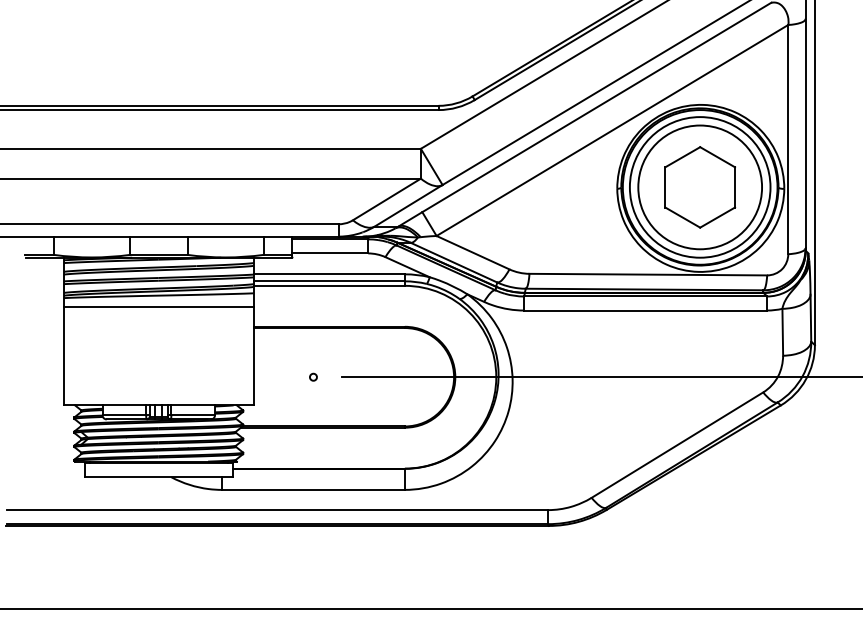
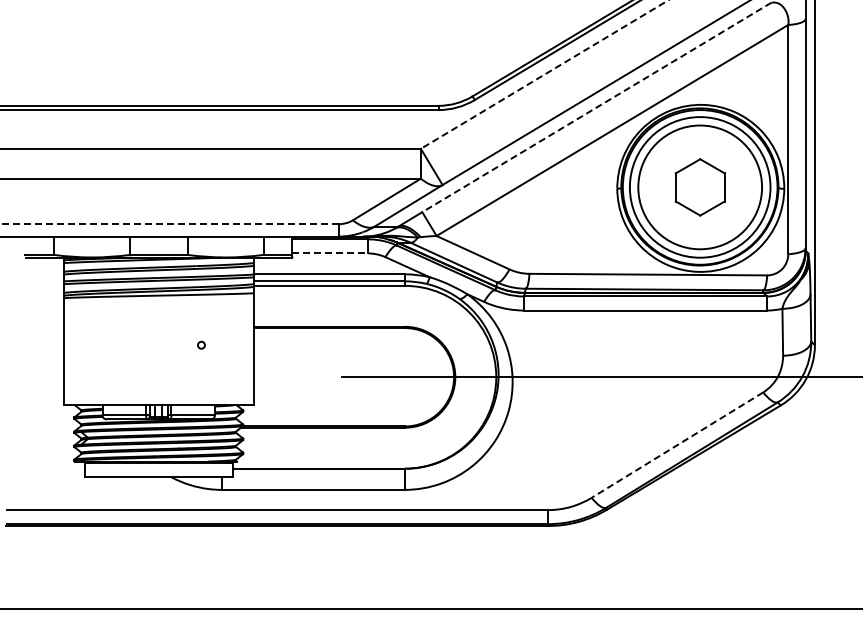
line at (544, 74): solid -> dashed
line at (596, 107): solid -> dashed
part at (700, 187) size: 73x83 px -> 52x59 px
line at (169, 224): solid -> dashed
line at (330, 253): solid -> dashed
line at (158, 306): present -> none
circle at (313, 376) position: (313, 376) -> (201, 344)
line at (677, 445): solid -> dashed
